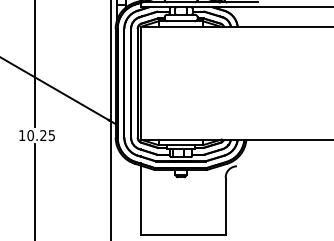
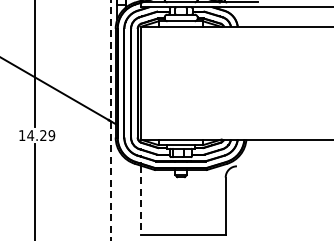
line at (110, 120): solid -> dashed
text at (41, 135): 10.25 -> 14.29
line at (140, 200): solid -> dashed
